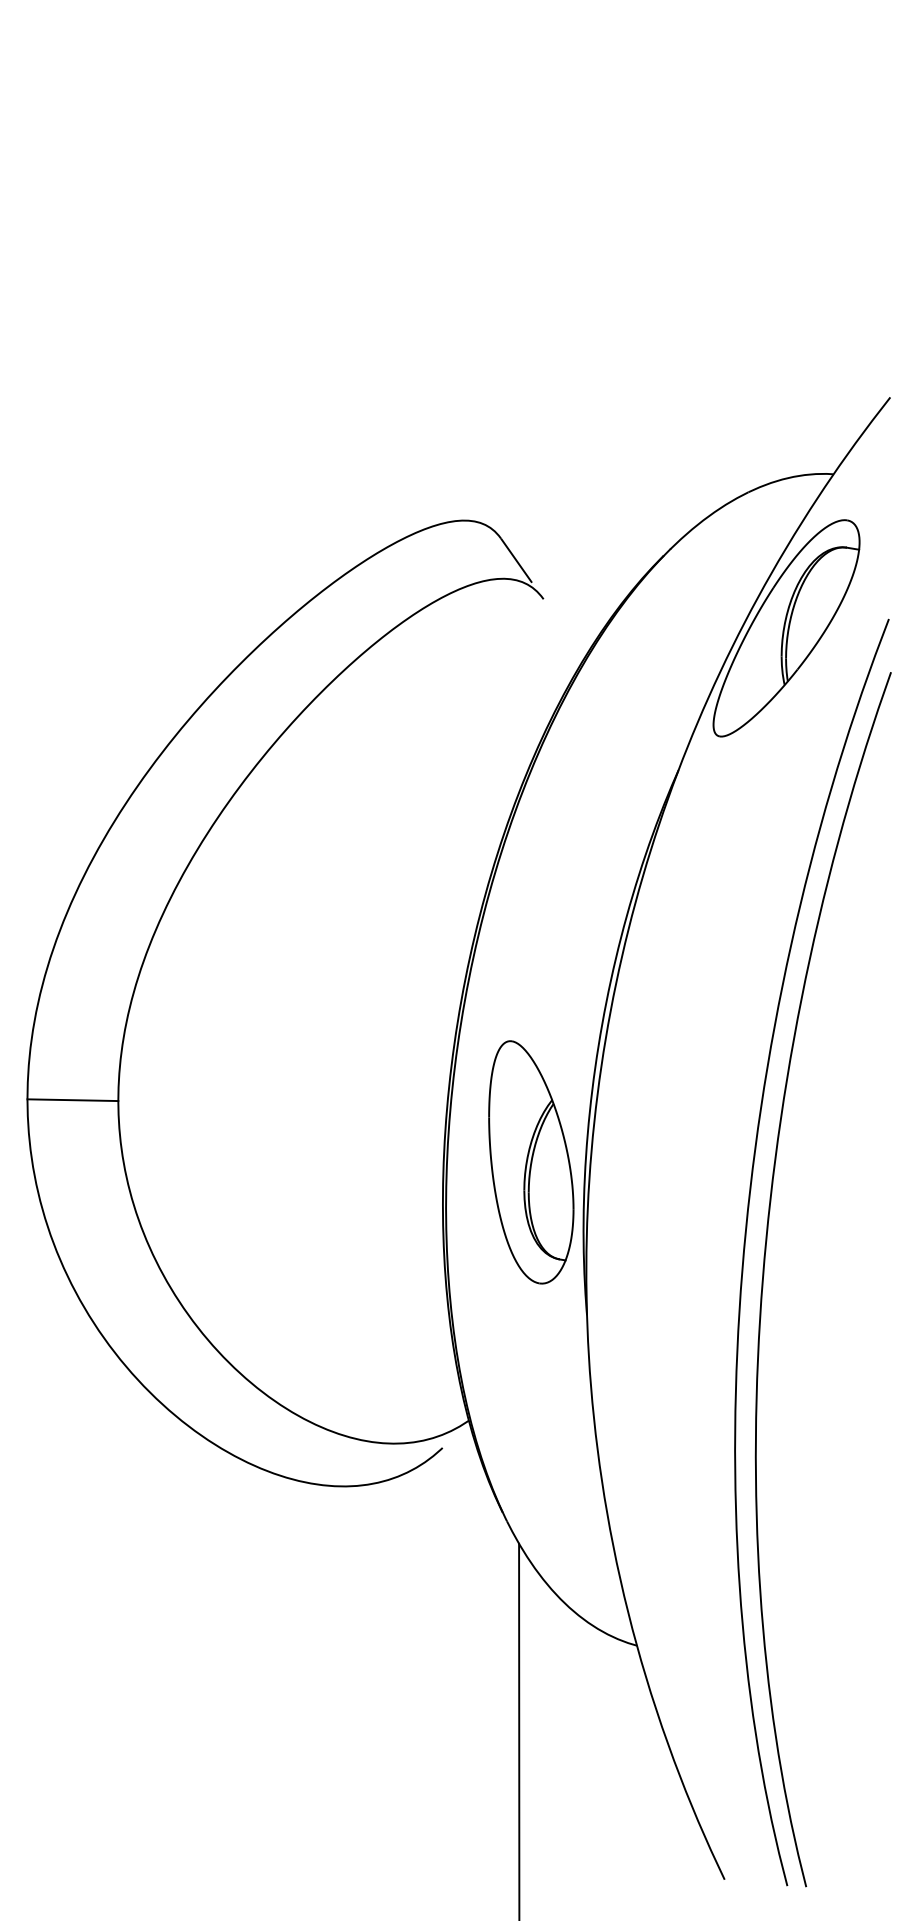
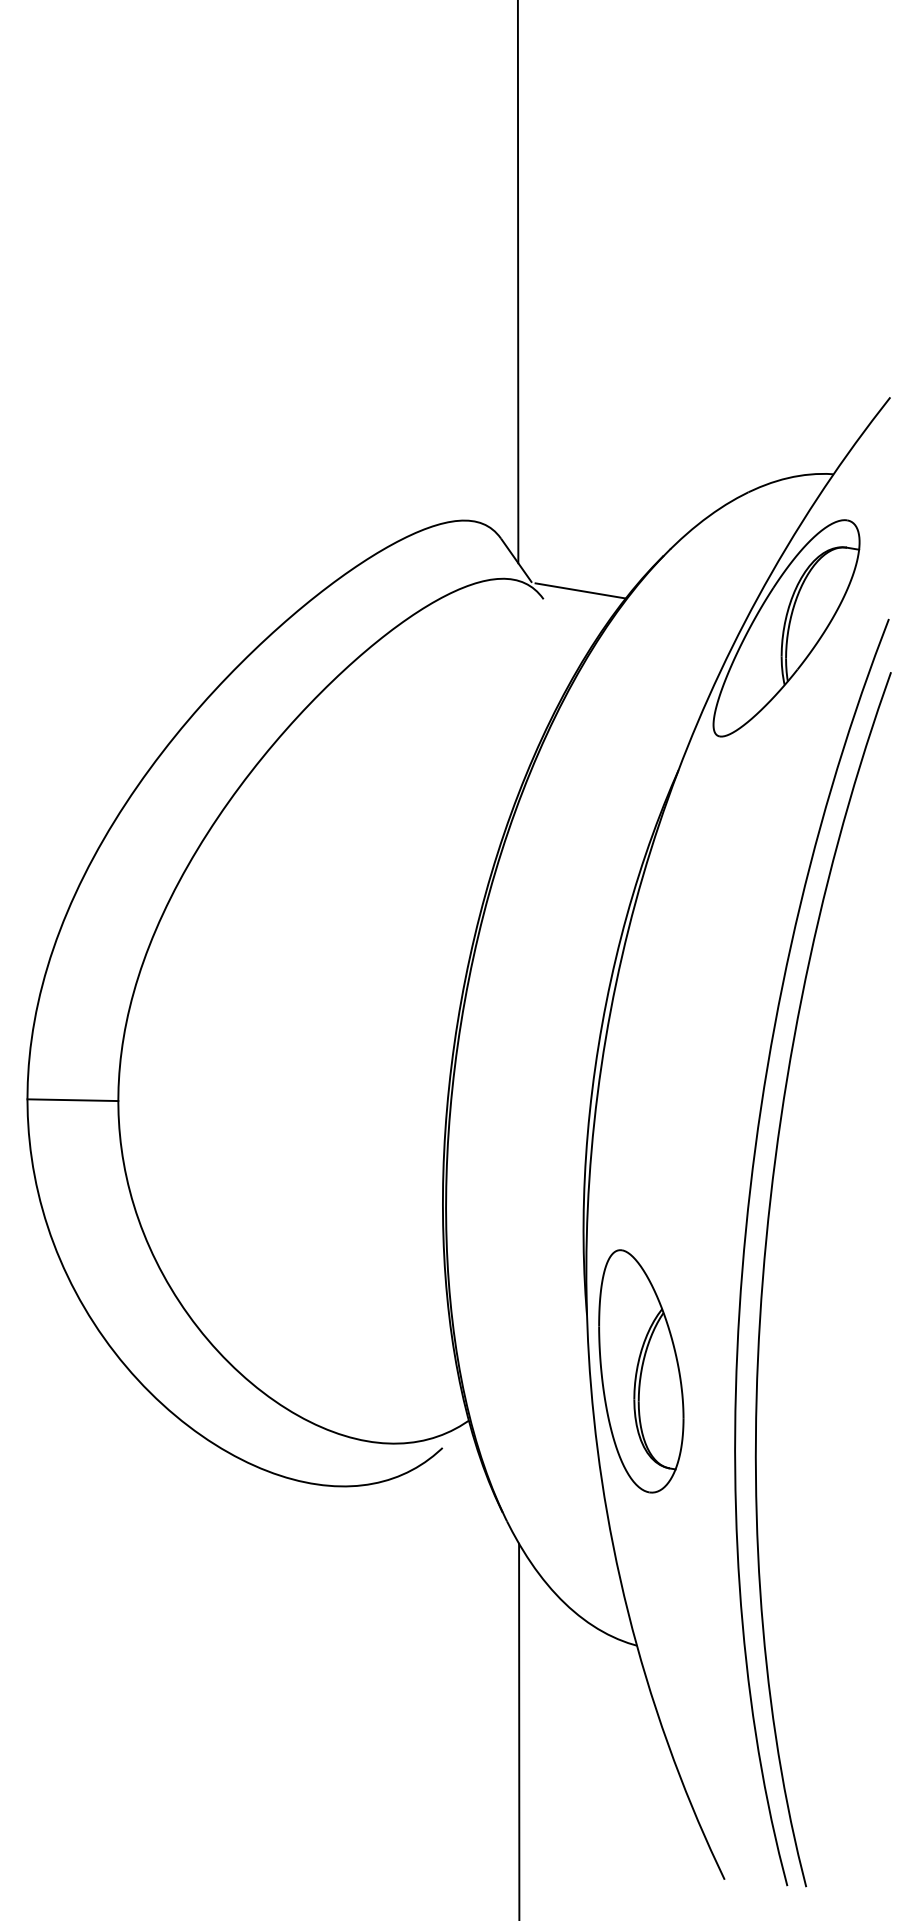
line at (517, 282): none -> present
line at (580, 590): none -> present
part at (531, 1162) position: (531, 1162) -> (641, 1371)
